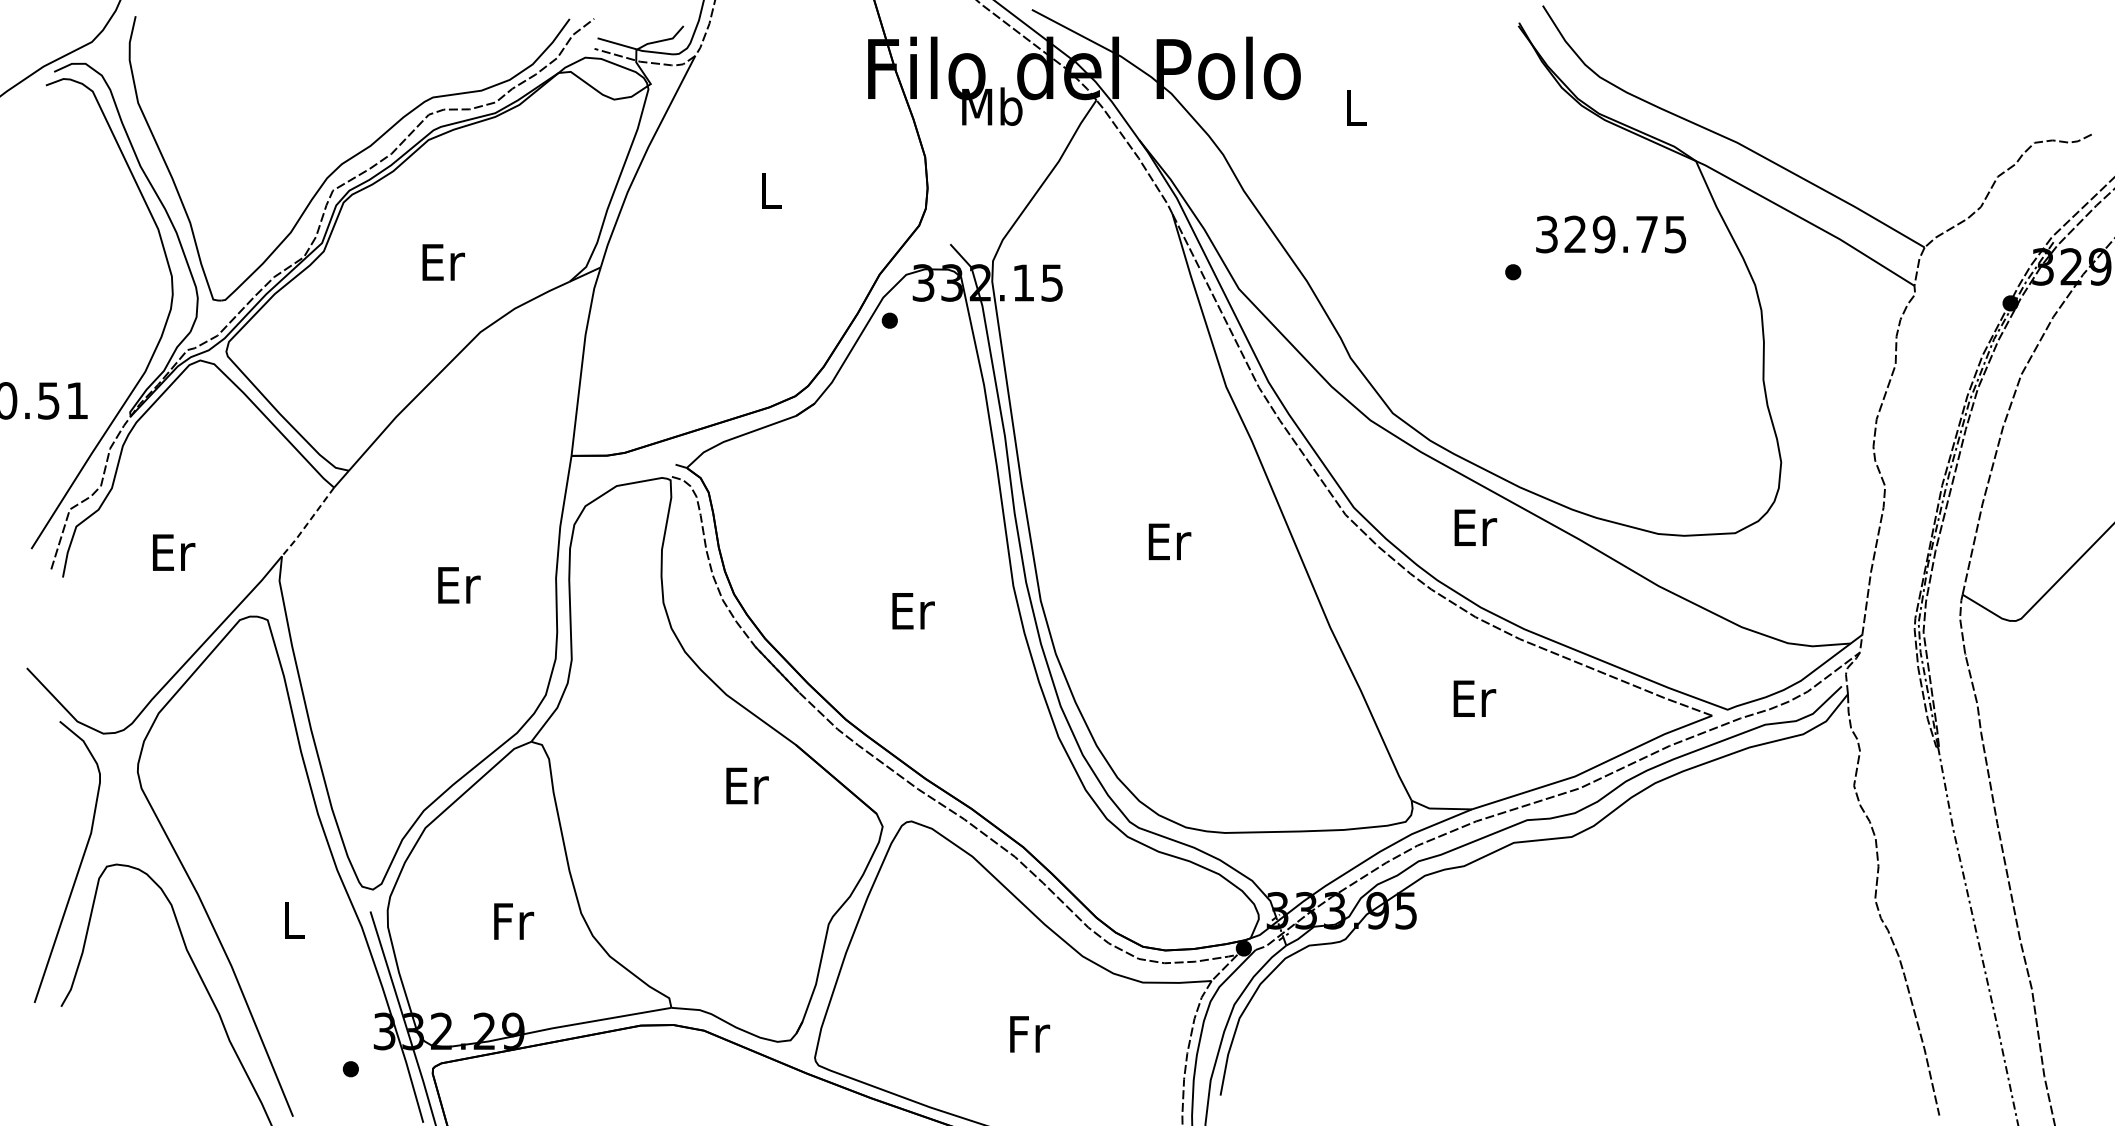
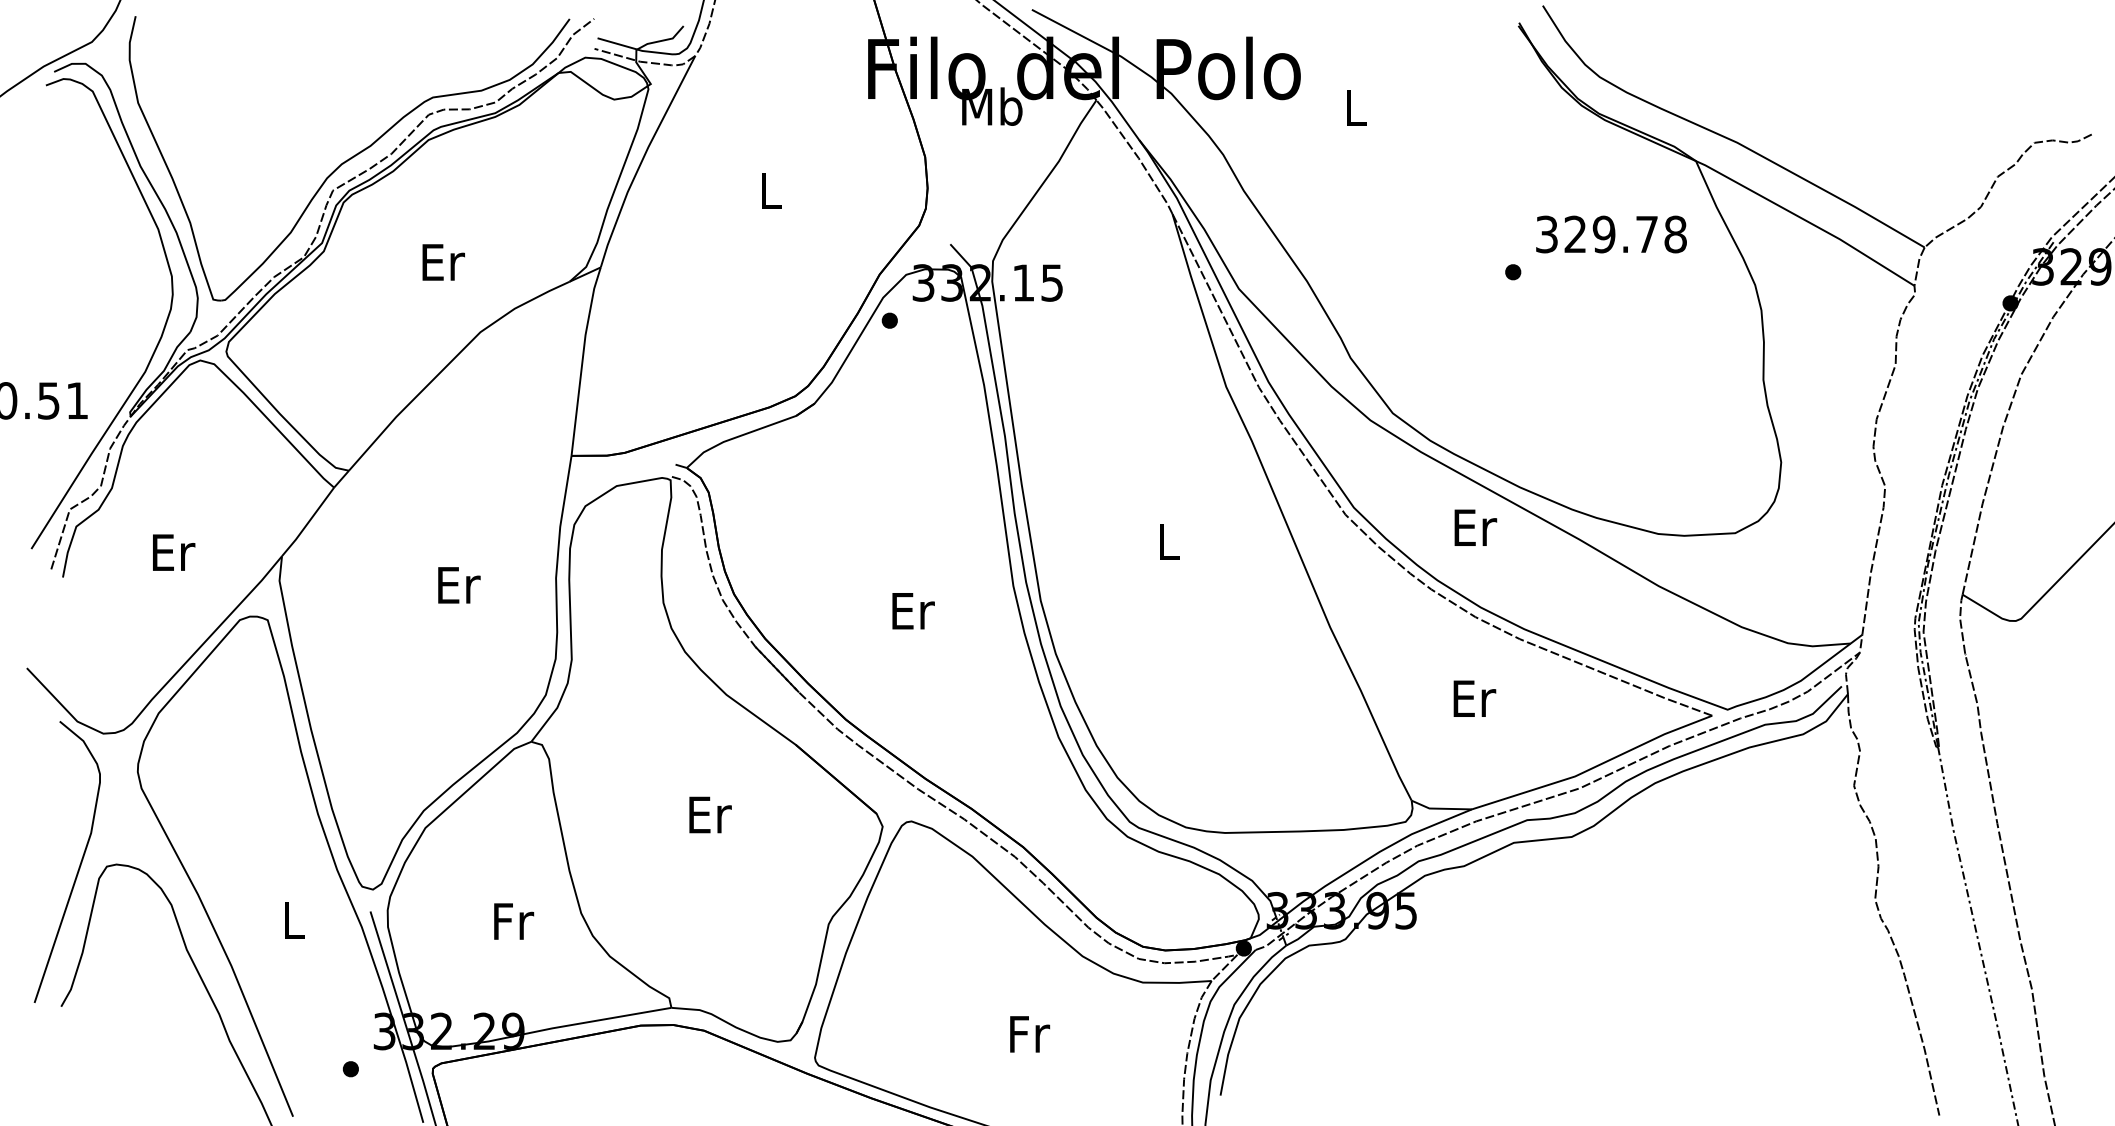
text at (1675, 234): 329.75 -> 329.78
line at (308, 522): dashed -> solid
text at (1169, 541): Er -> L
text at (747, 785) position: (747, 785) -> (710, 814)
